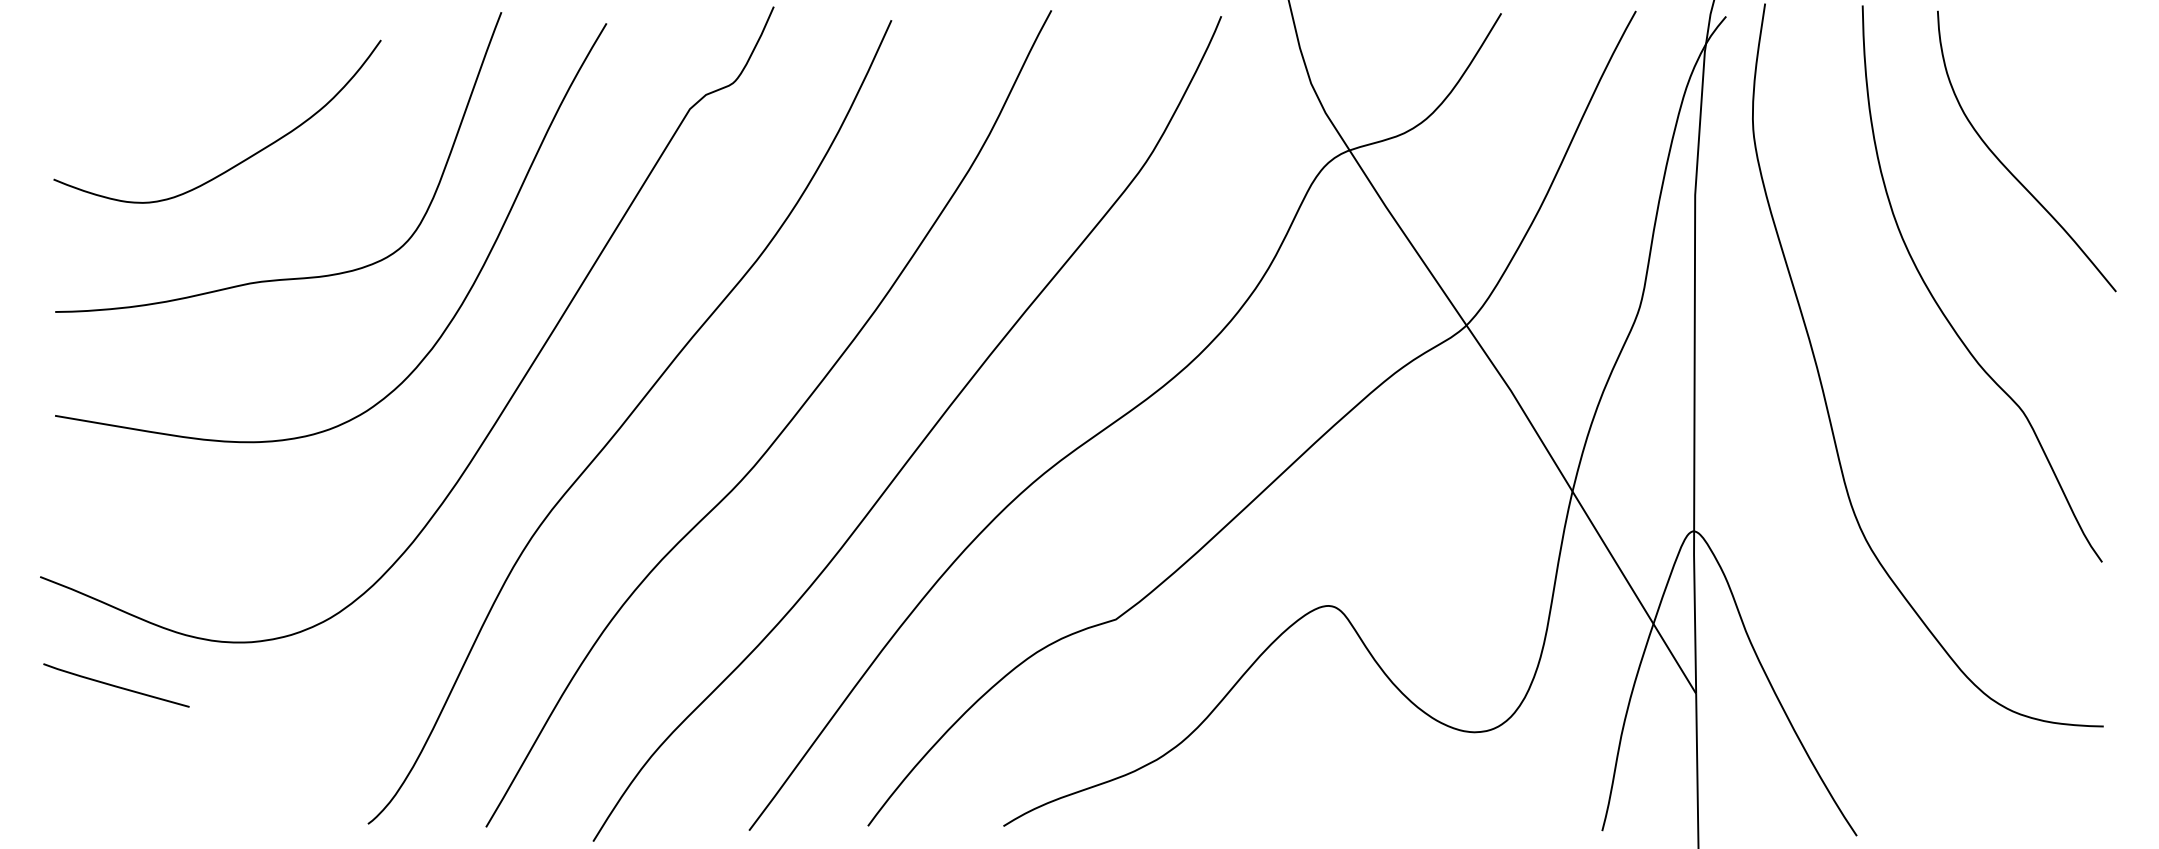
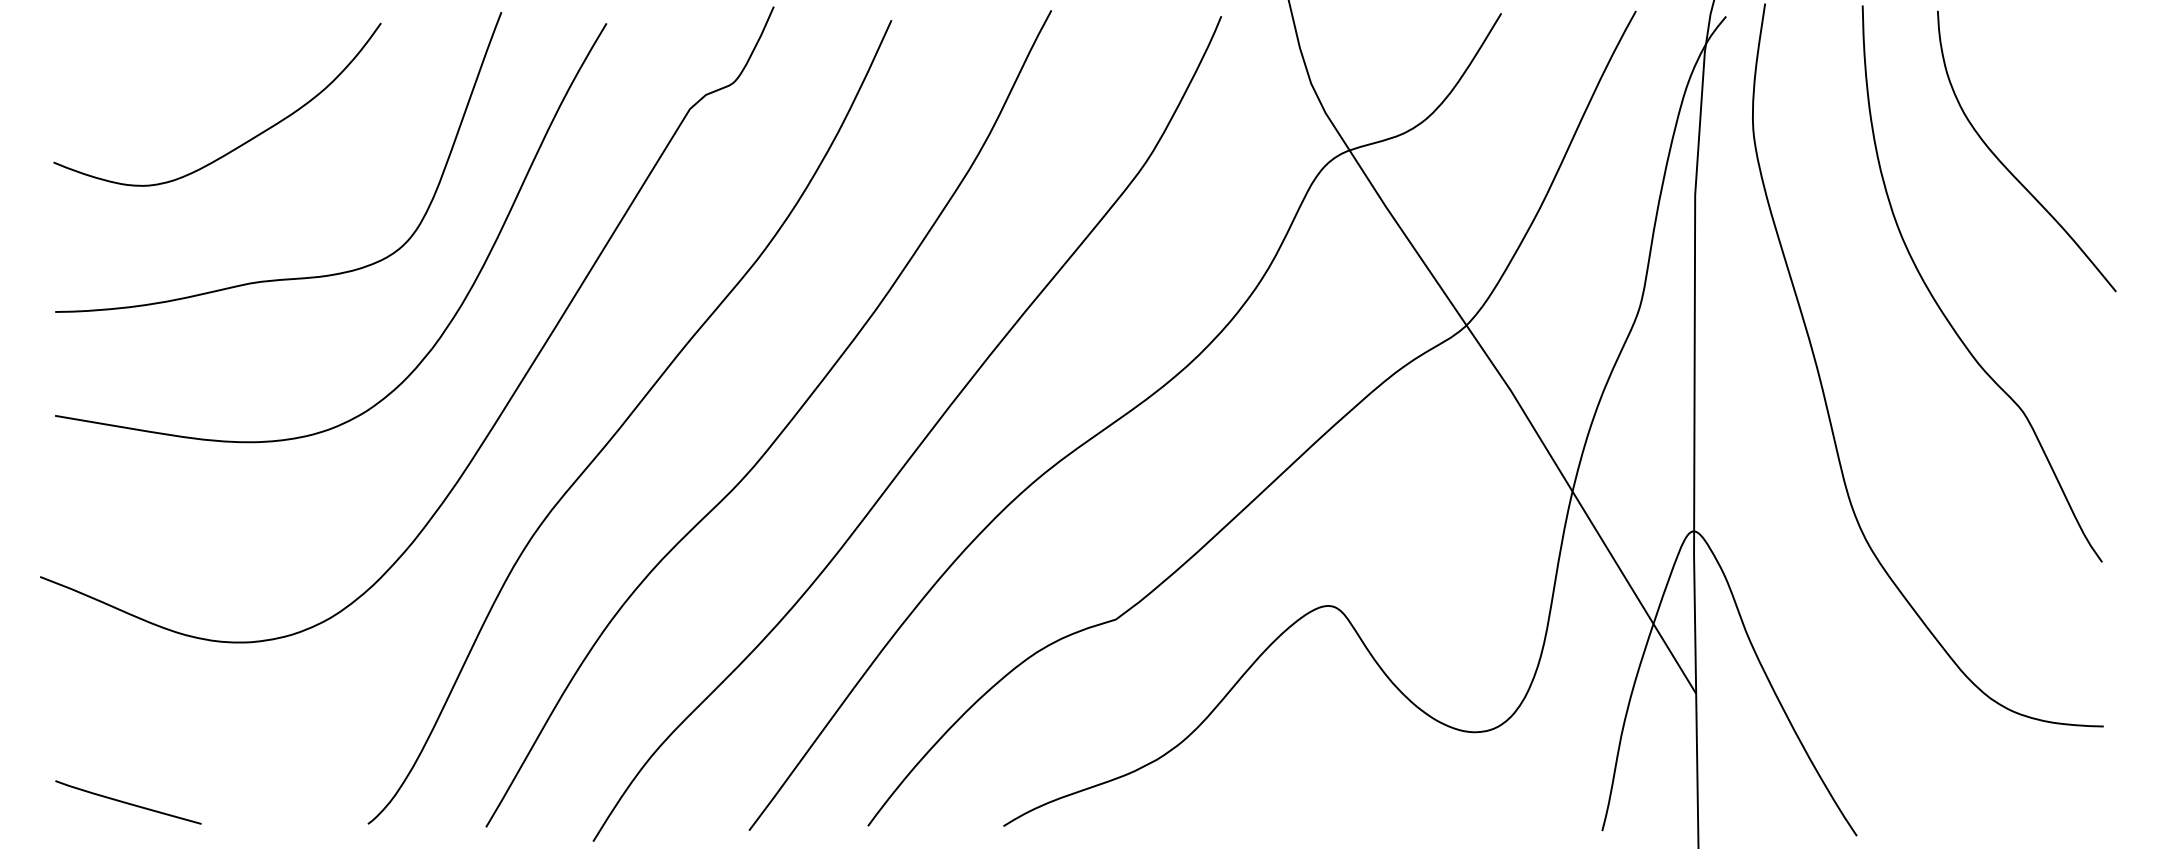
curve at (242, 160) position: (242, 160) -> (242, 143)
curve at (116, 685) position: (116, 685) -> (128, 802)
